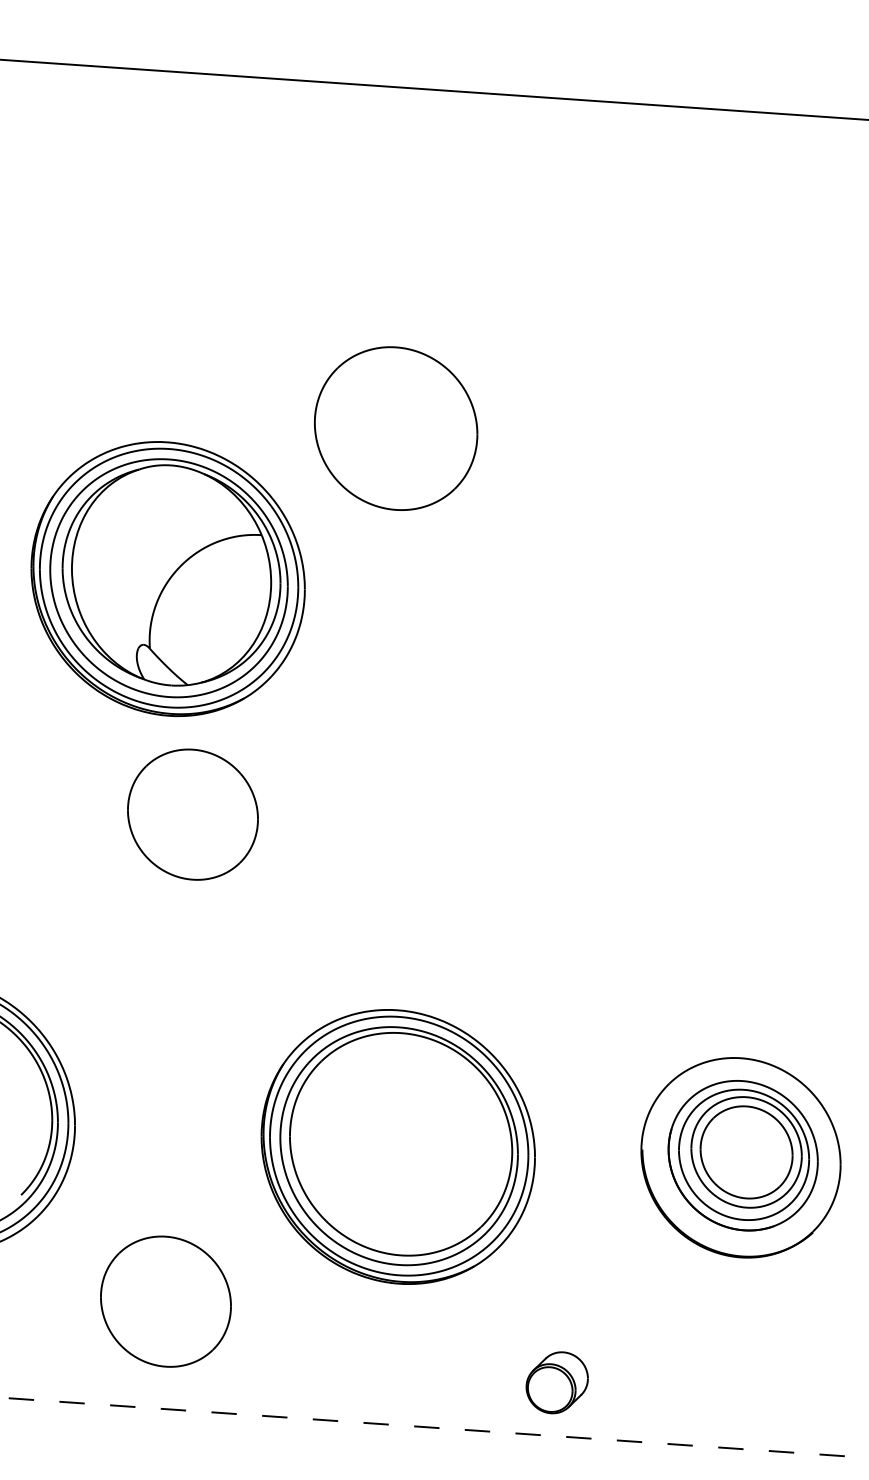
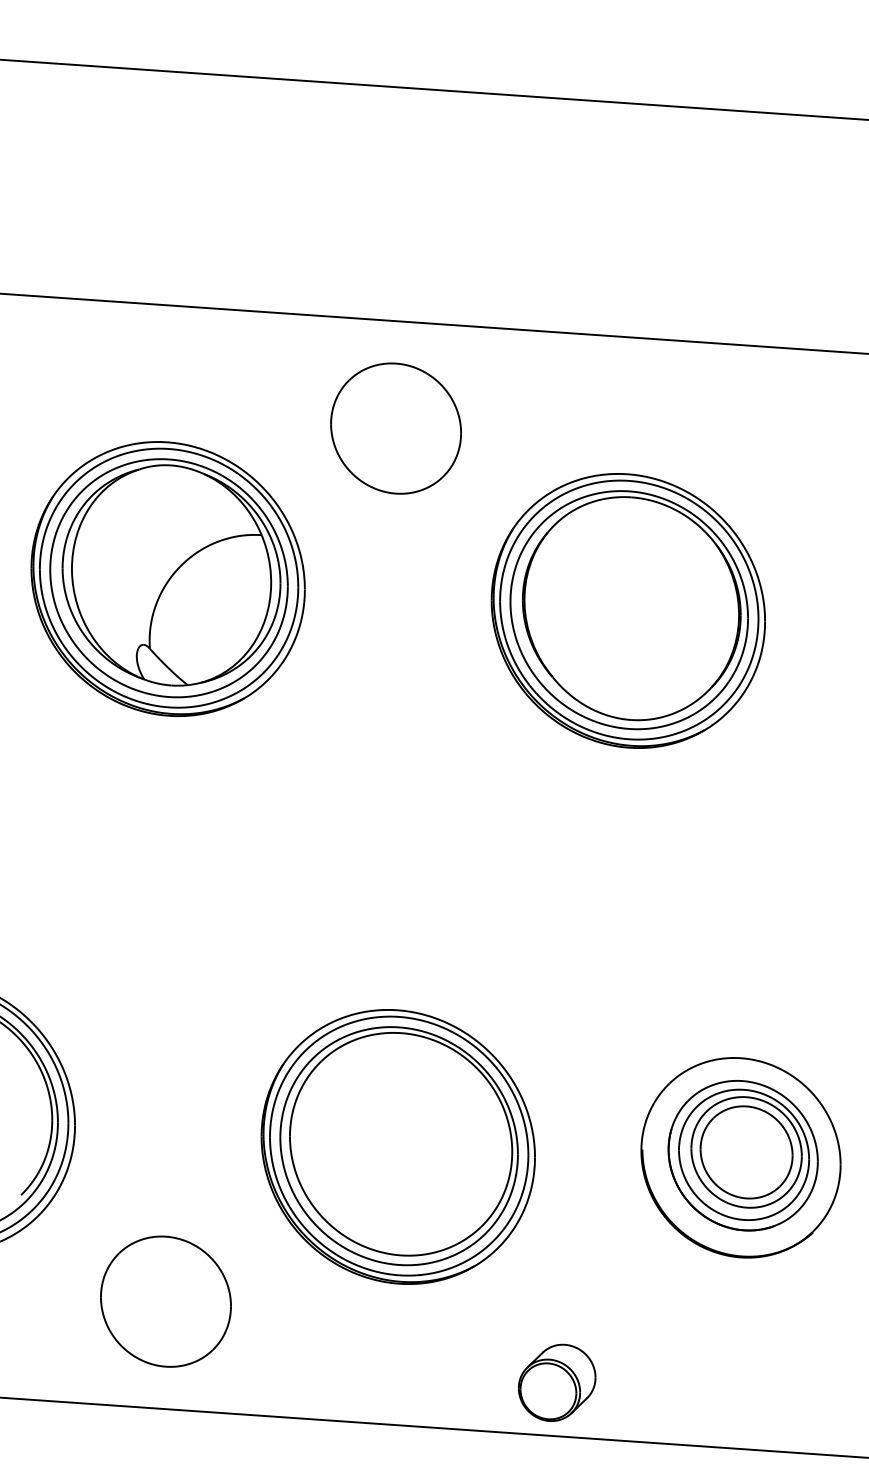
line at (433, 323): none -> present
part at (396, 428) size: 165x165 px -> 132x133 px
part at (627, 610): none -> present
part at (192, 814): present -> none
part at (556, 1382) size: 64x64 px -> 79x79 px
line at (435, 1427): dashed -> solid
